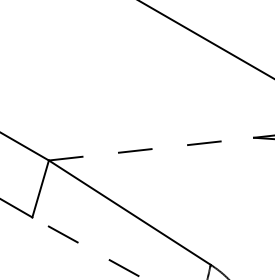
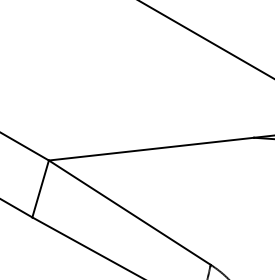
line at (151, 149): dashed -> solid
line at (88, 248): dashed -> solid
